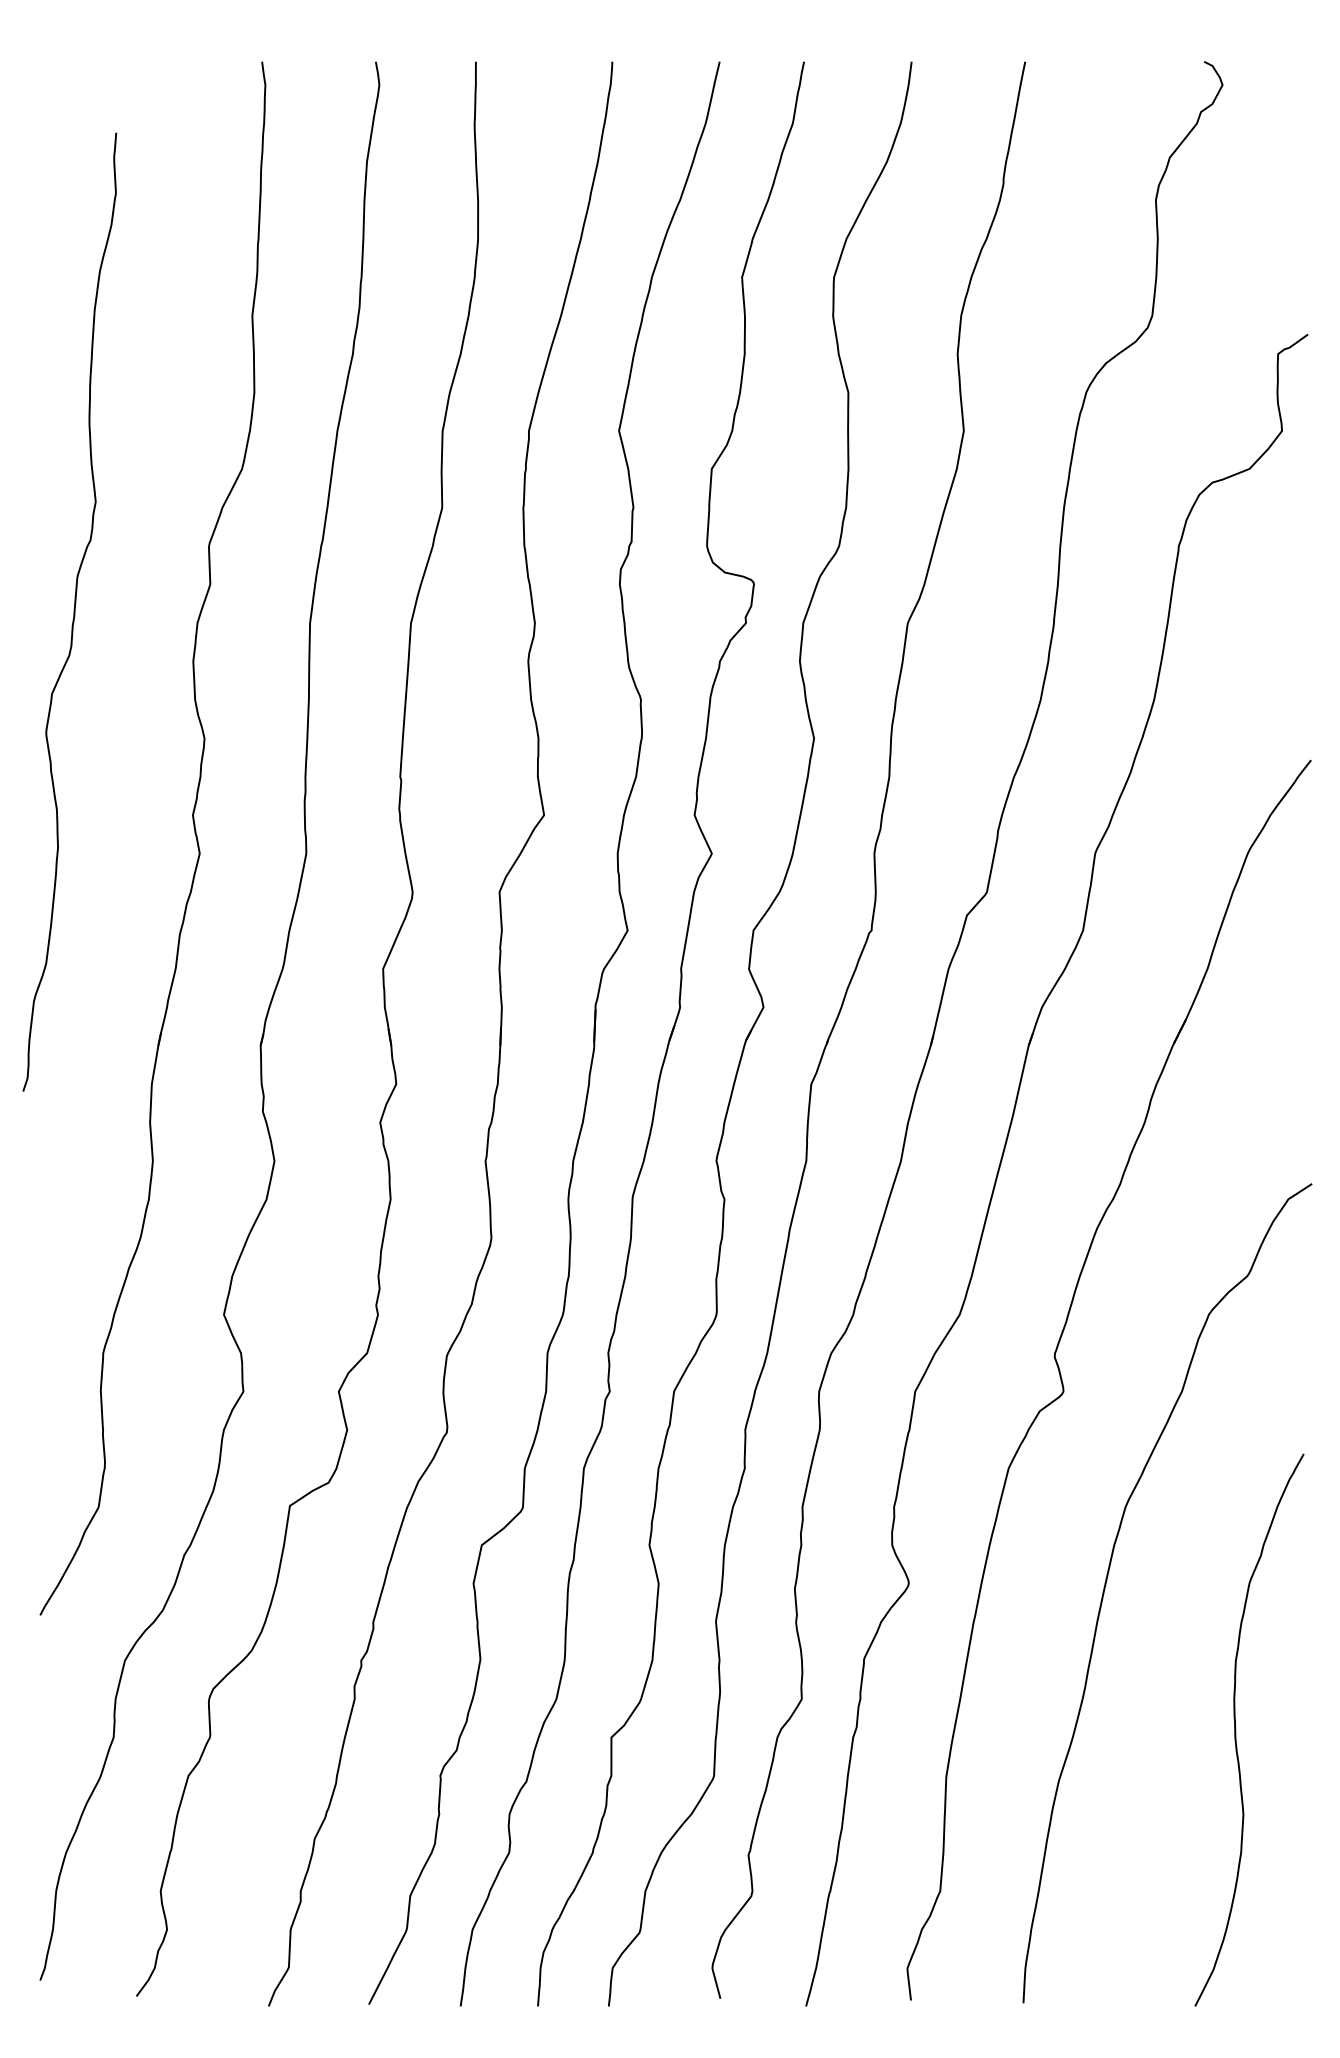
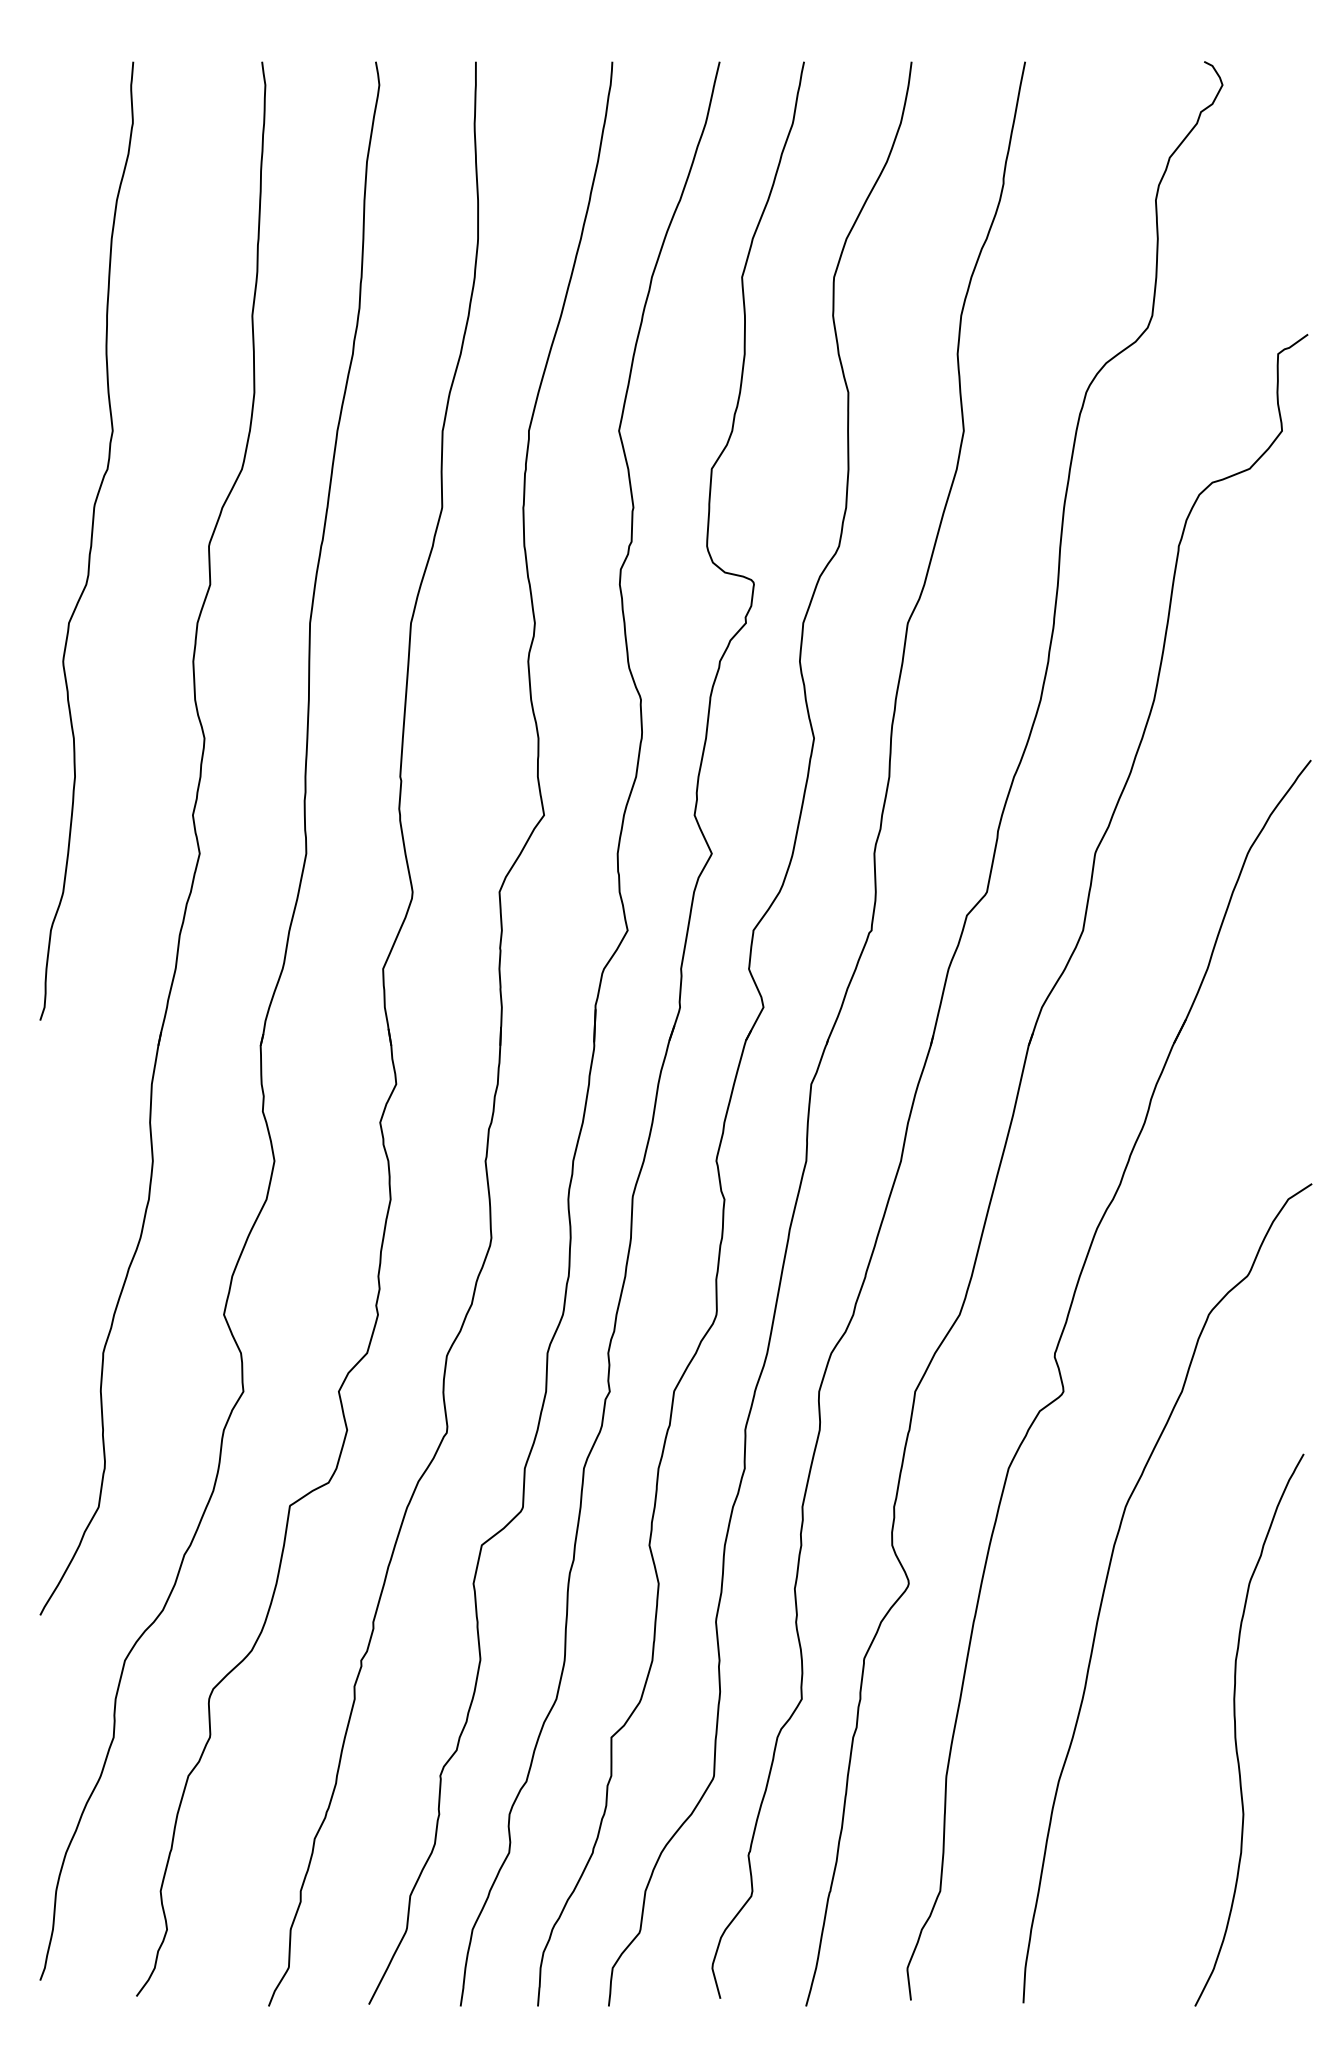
curve at (73, 611) position: (73, 611) -> (90, 540)
